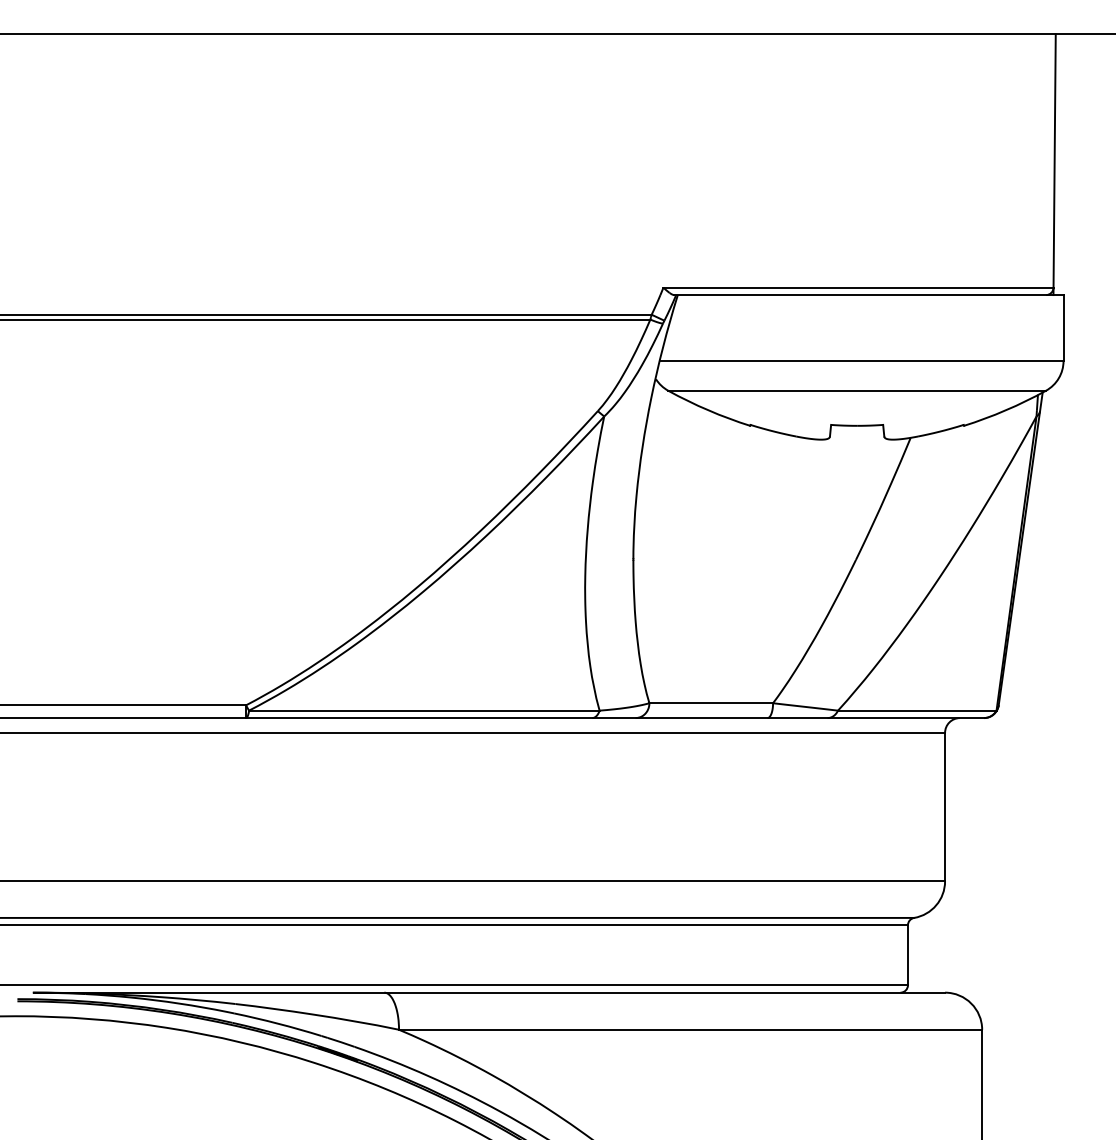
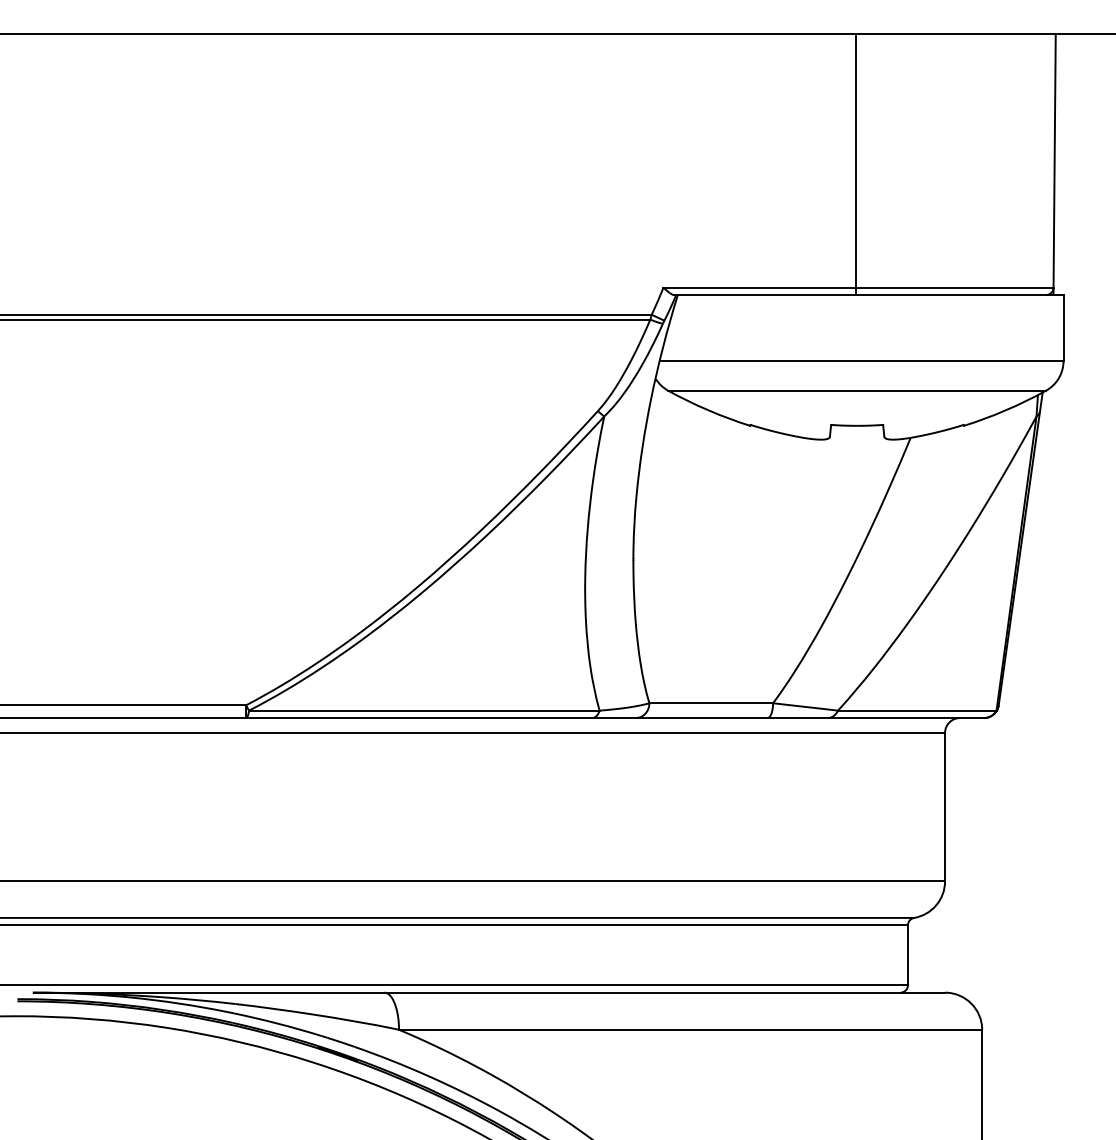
line at (856, 164): none -> present
